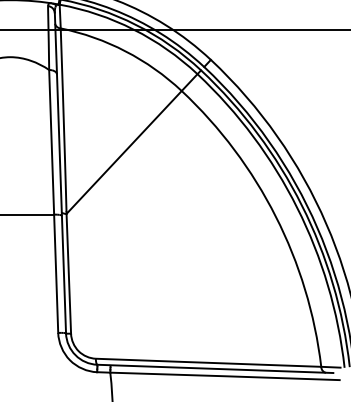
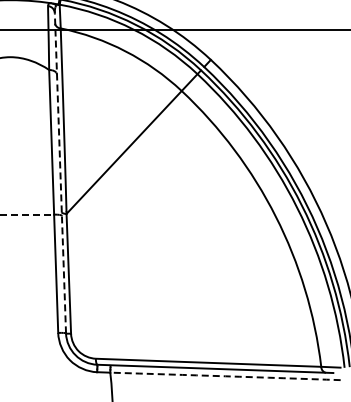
line at (60, 172): solid -> dashed
line at (27, 214): solid -> dashed
arc at (225, 376): solid -> dashed
